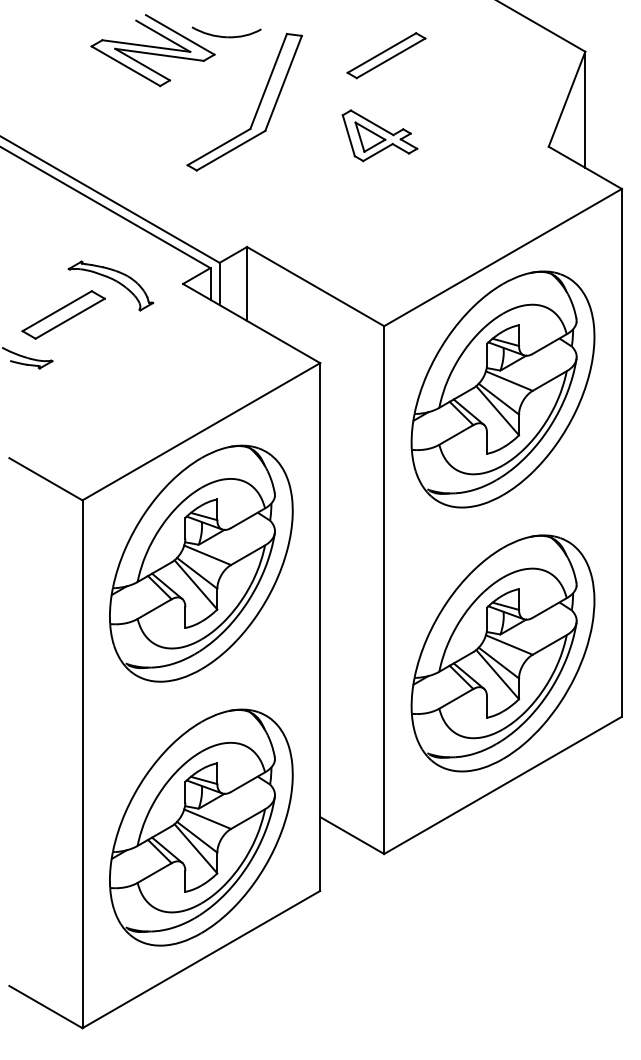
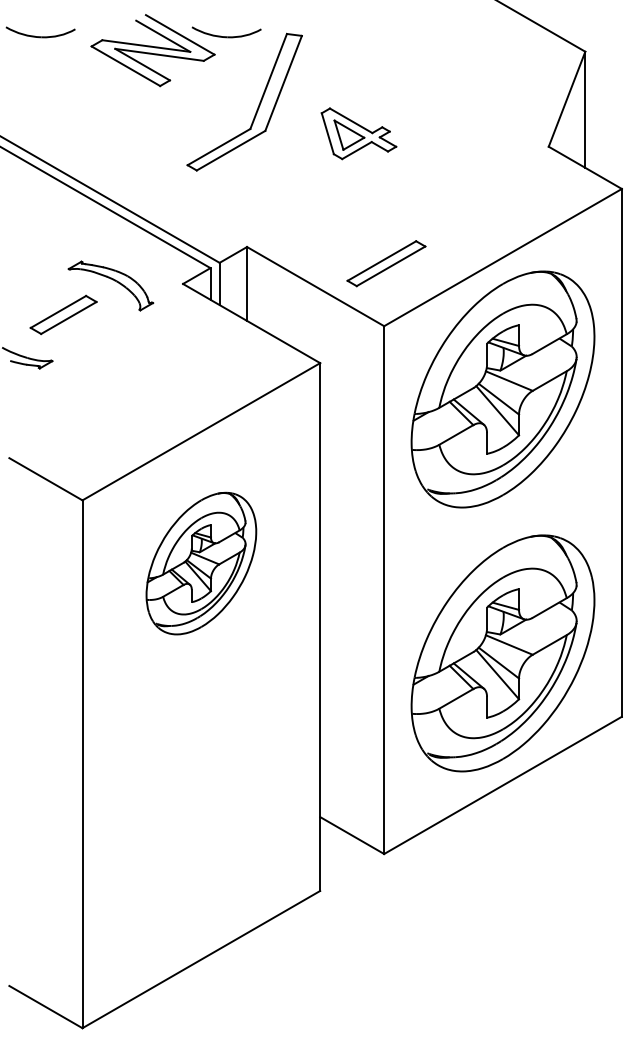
part at (40, 32): none -> present
part at (386, 55) position: (386, 55) -> (386, 263)
part at (379, 135) position: (379, 135) -> (358, 133)
part at (63, 314) size: 85x50 px -> 69x42 px
part at (201, 563) size: 185x239 px -> 113x145 px
part at (201, 827): present -> none
